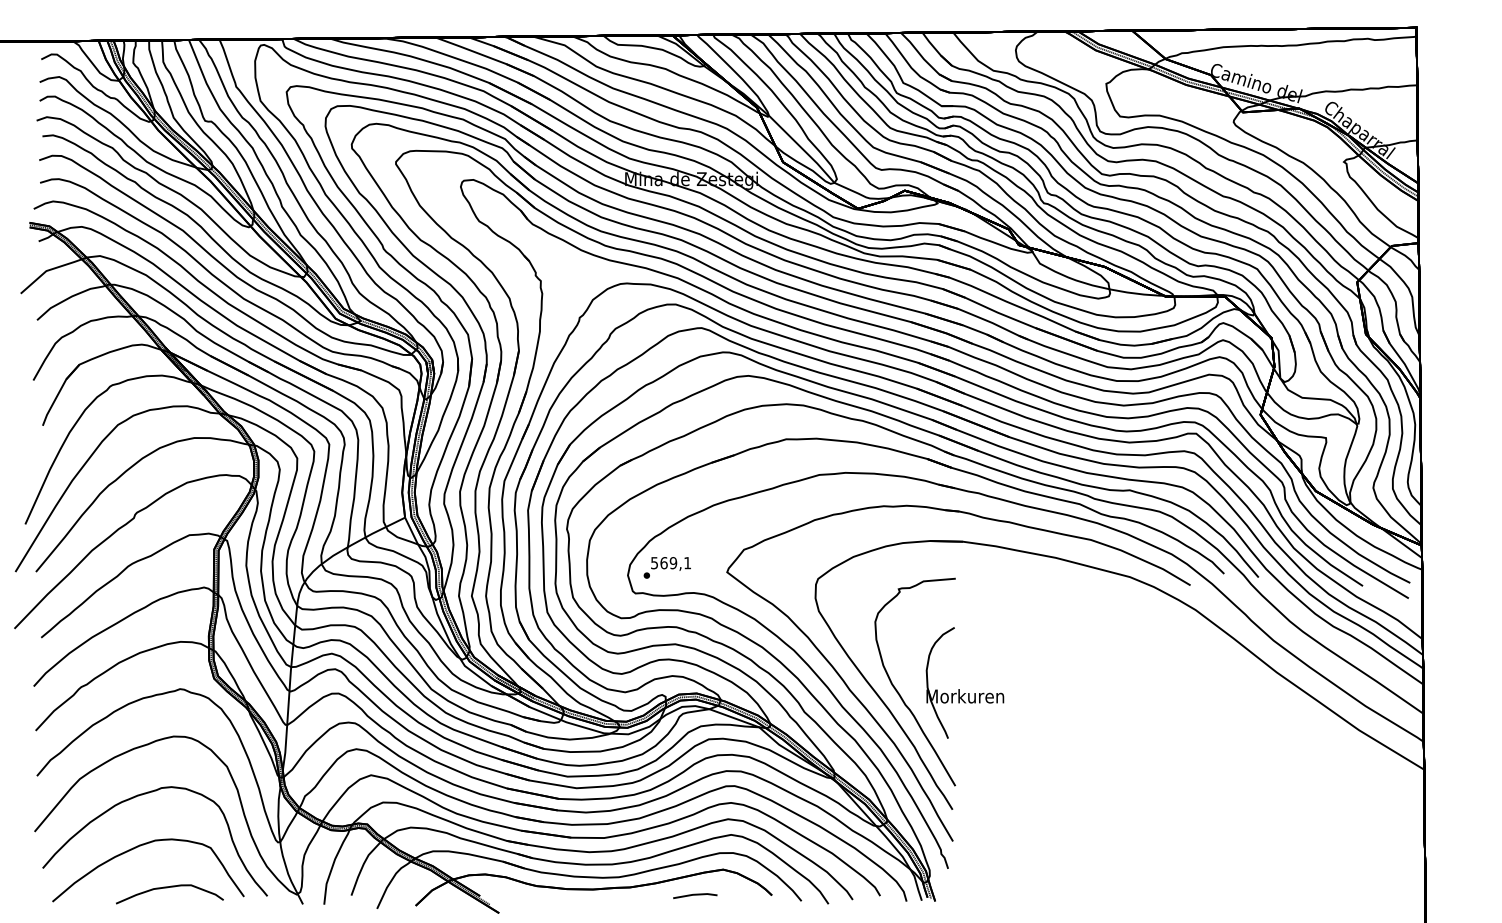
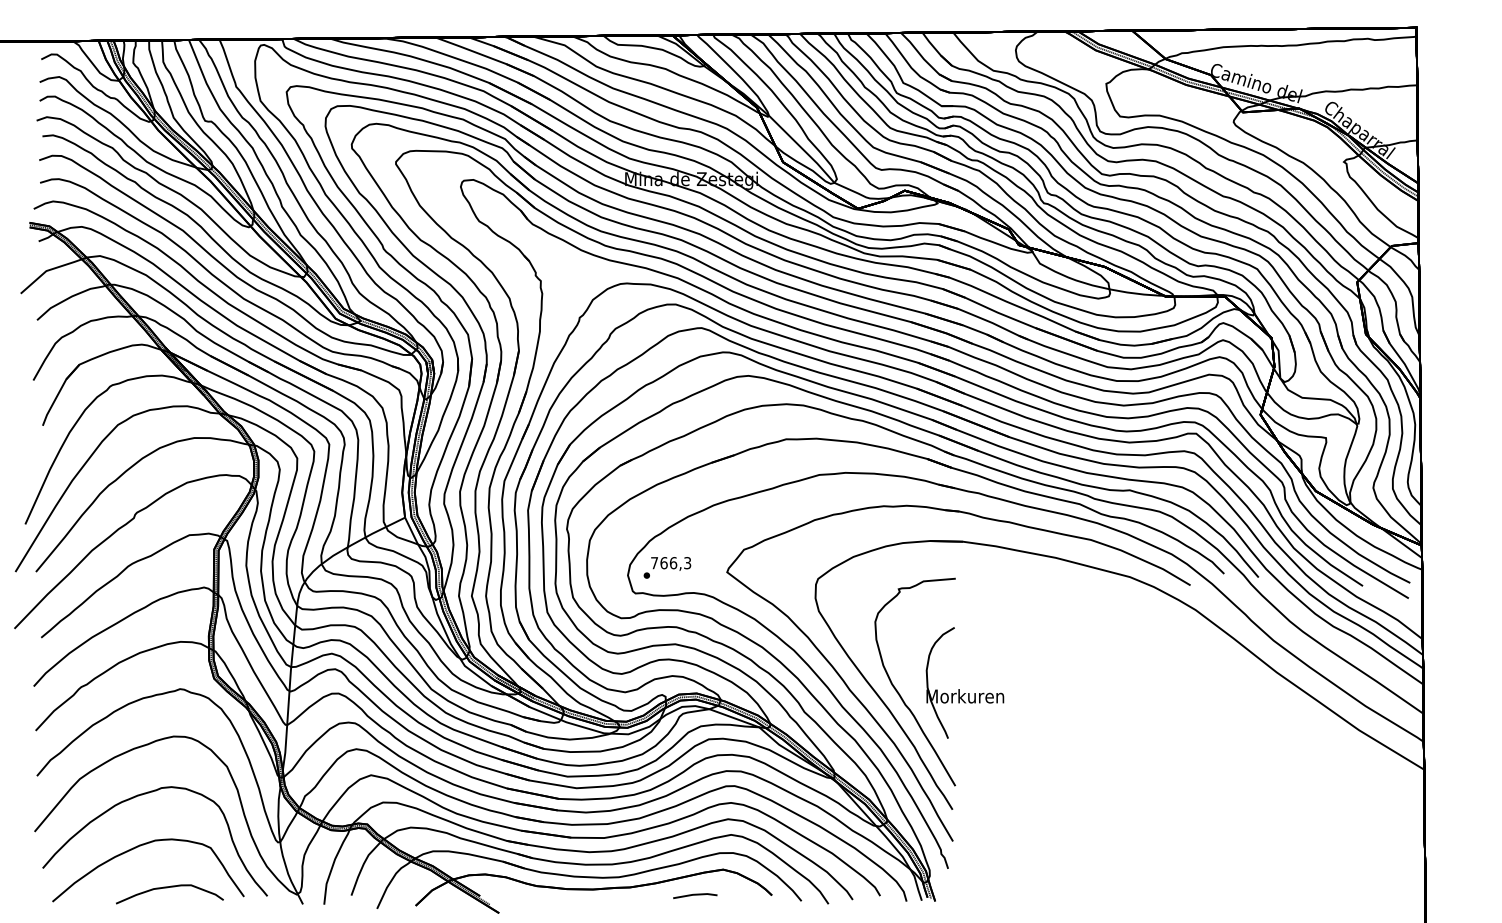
text at (671, 563): 569,1 -> 766,3
